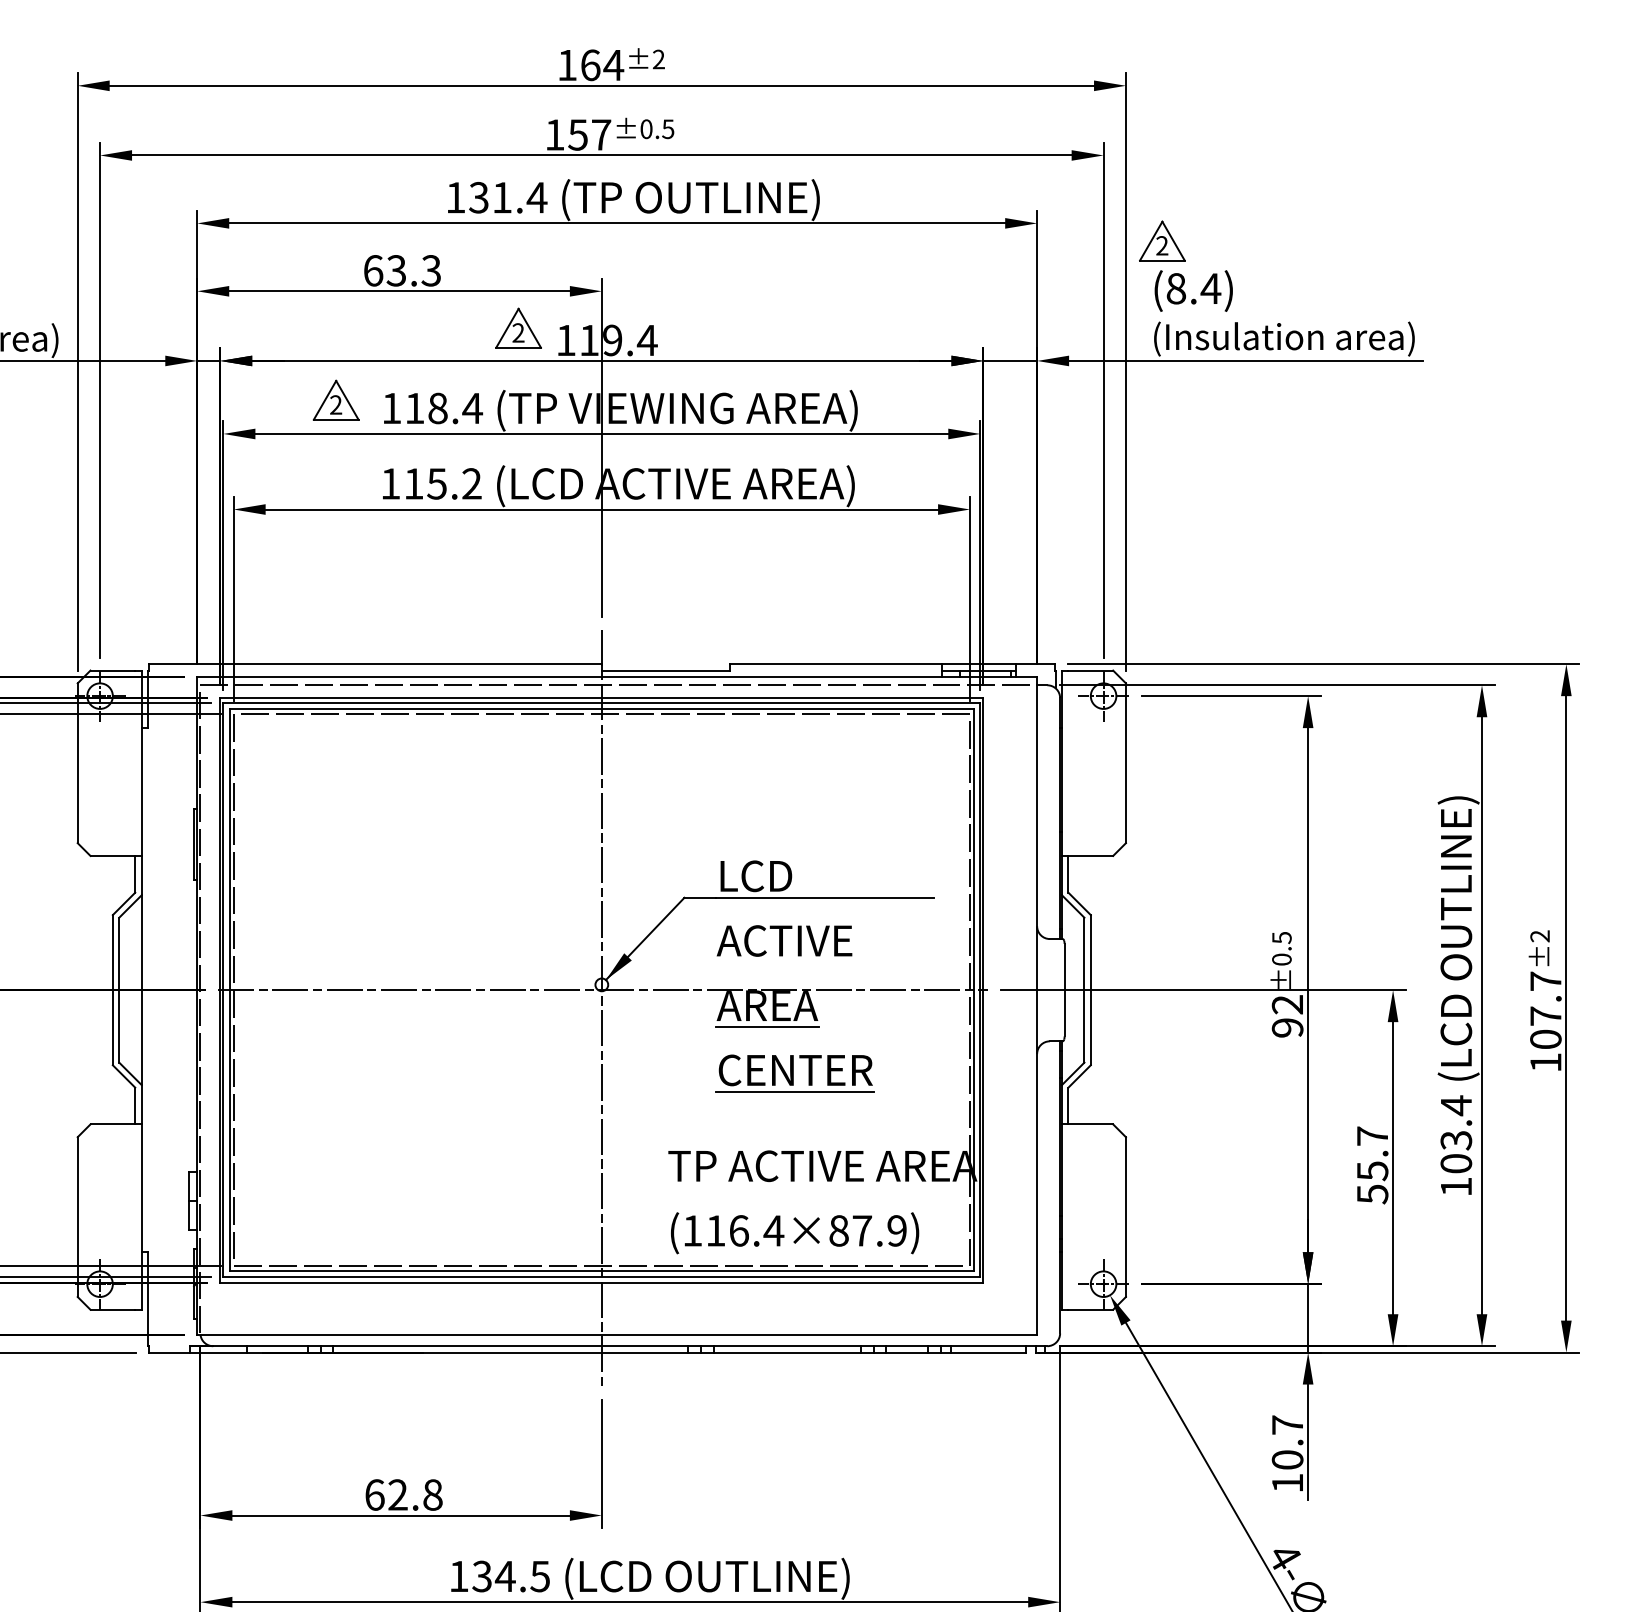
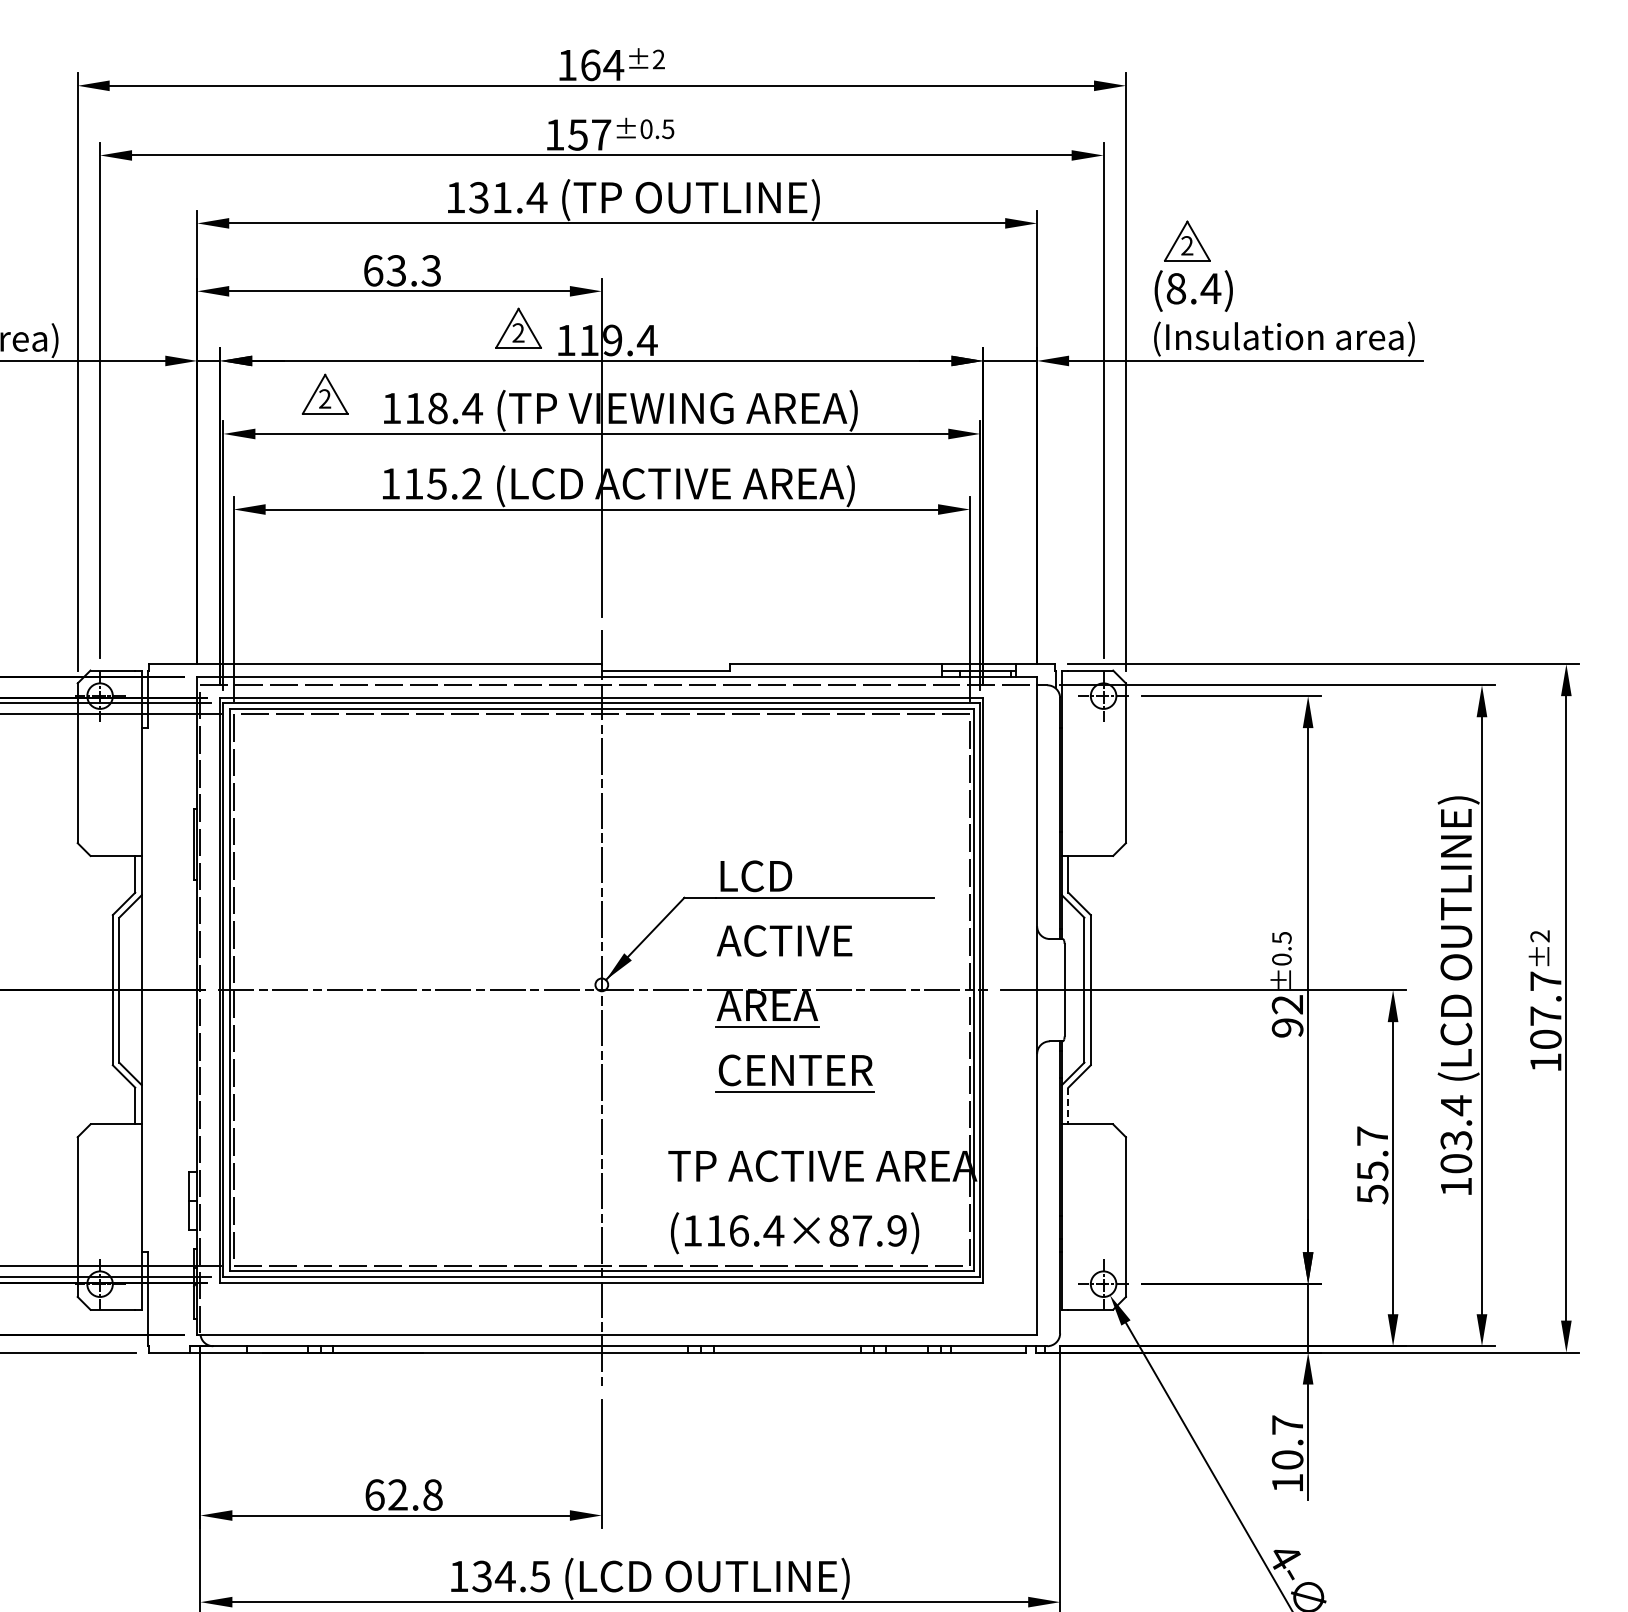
part at (1162, 240) position: (1162, 240) -> (1187, 240)
part at (335, 399) position: (335, 399) -> (324, 393)
line at (1068, 1106): solid -> dashed
